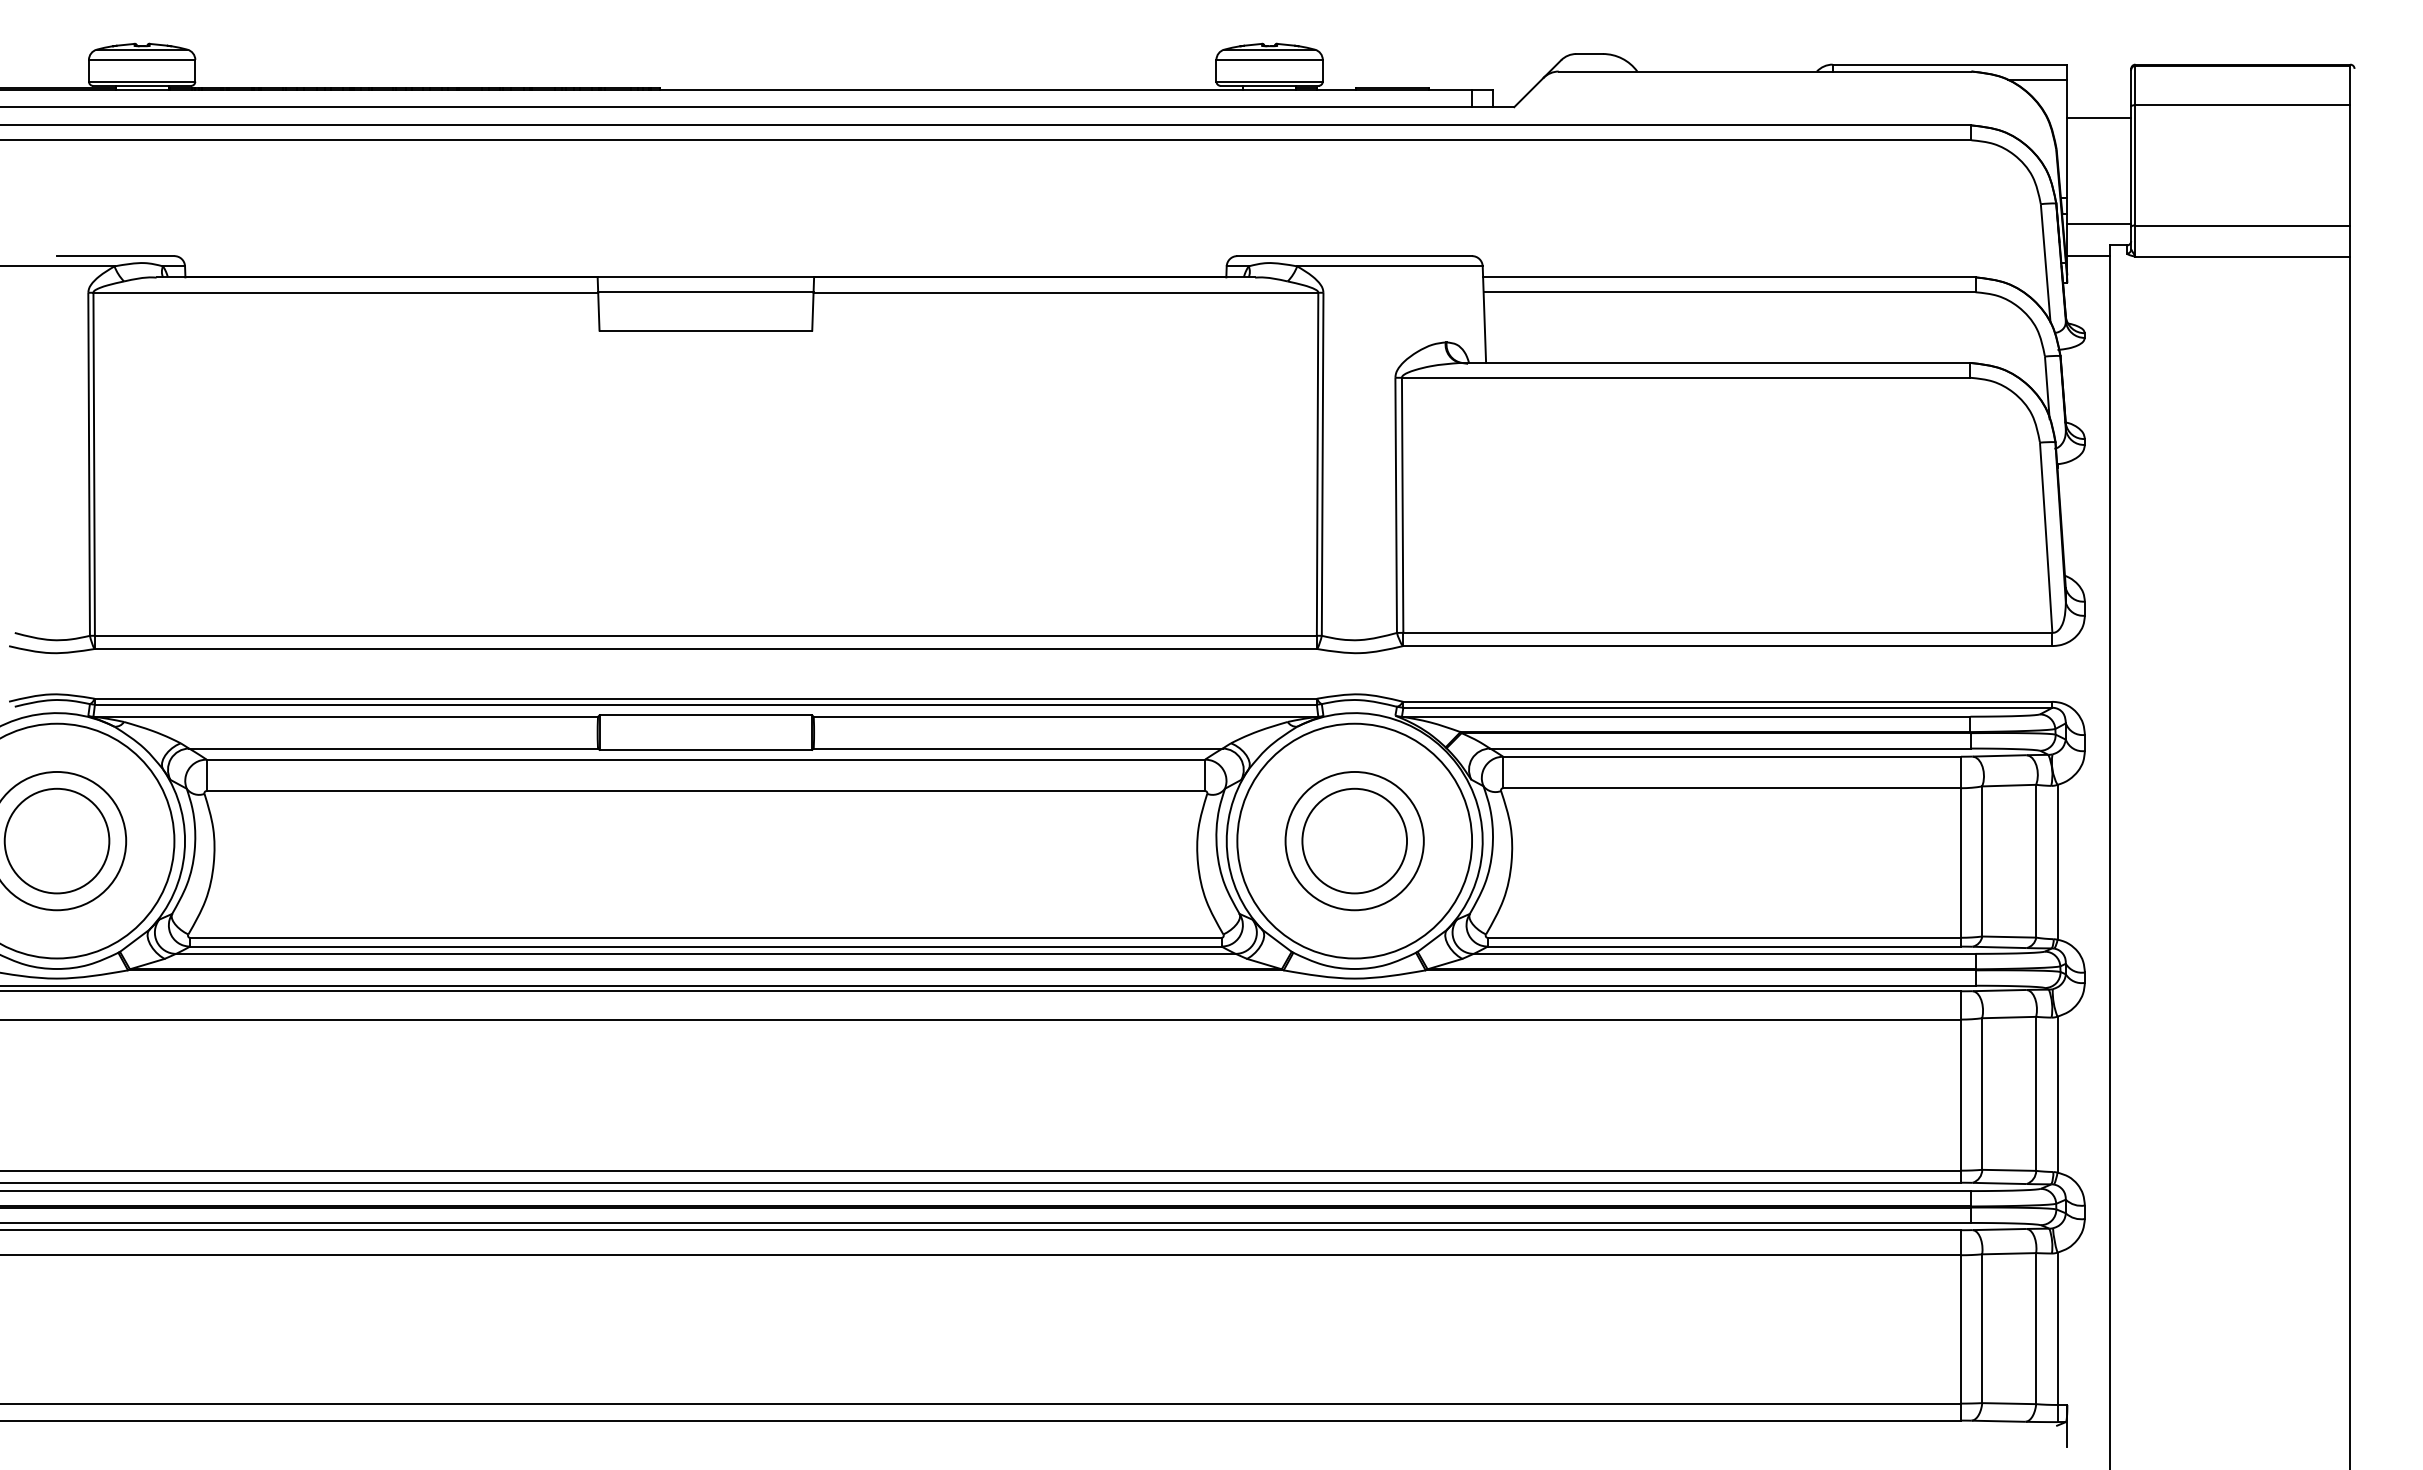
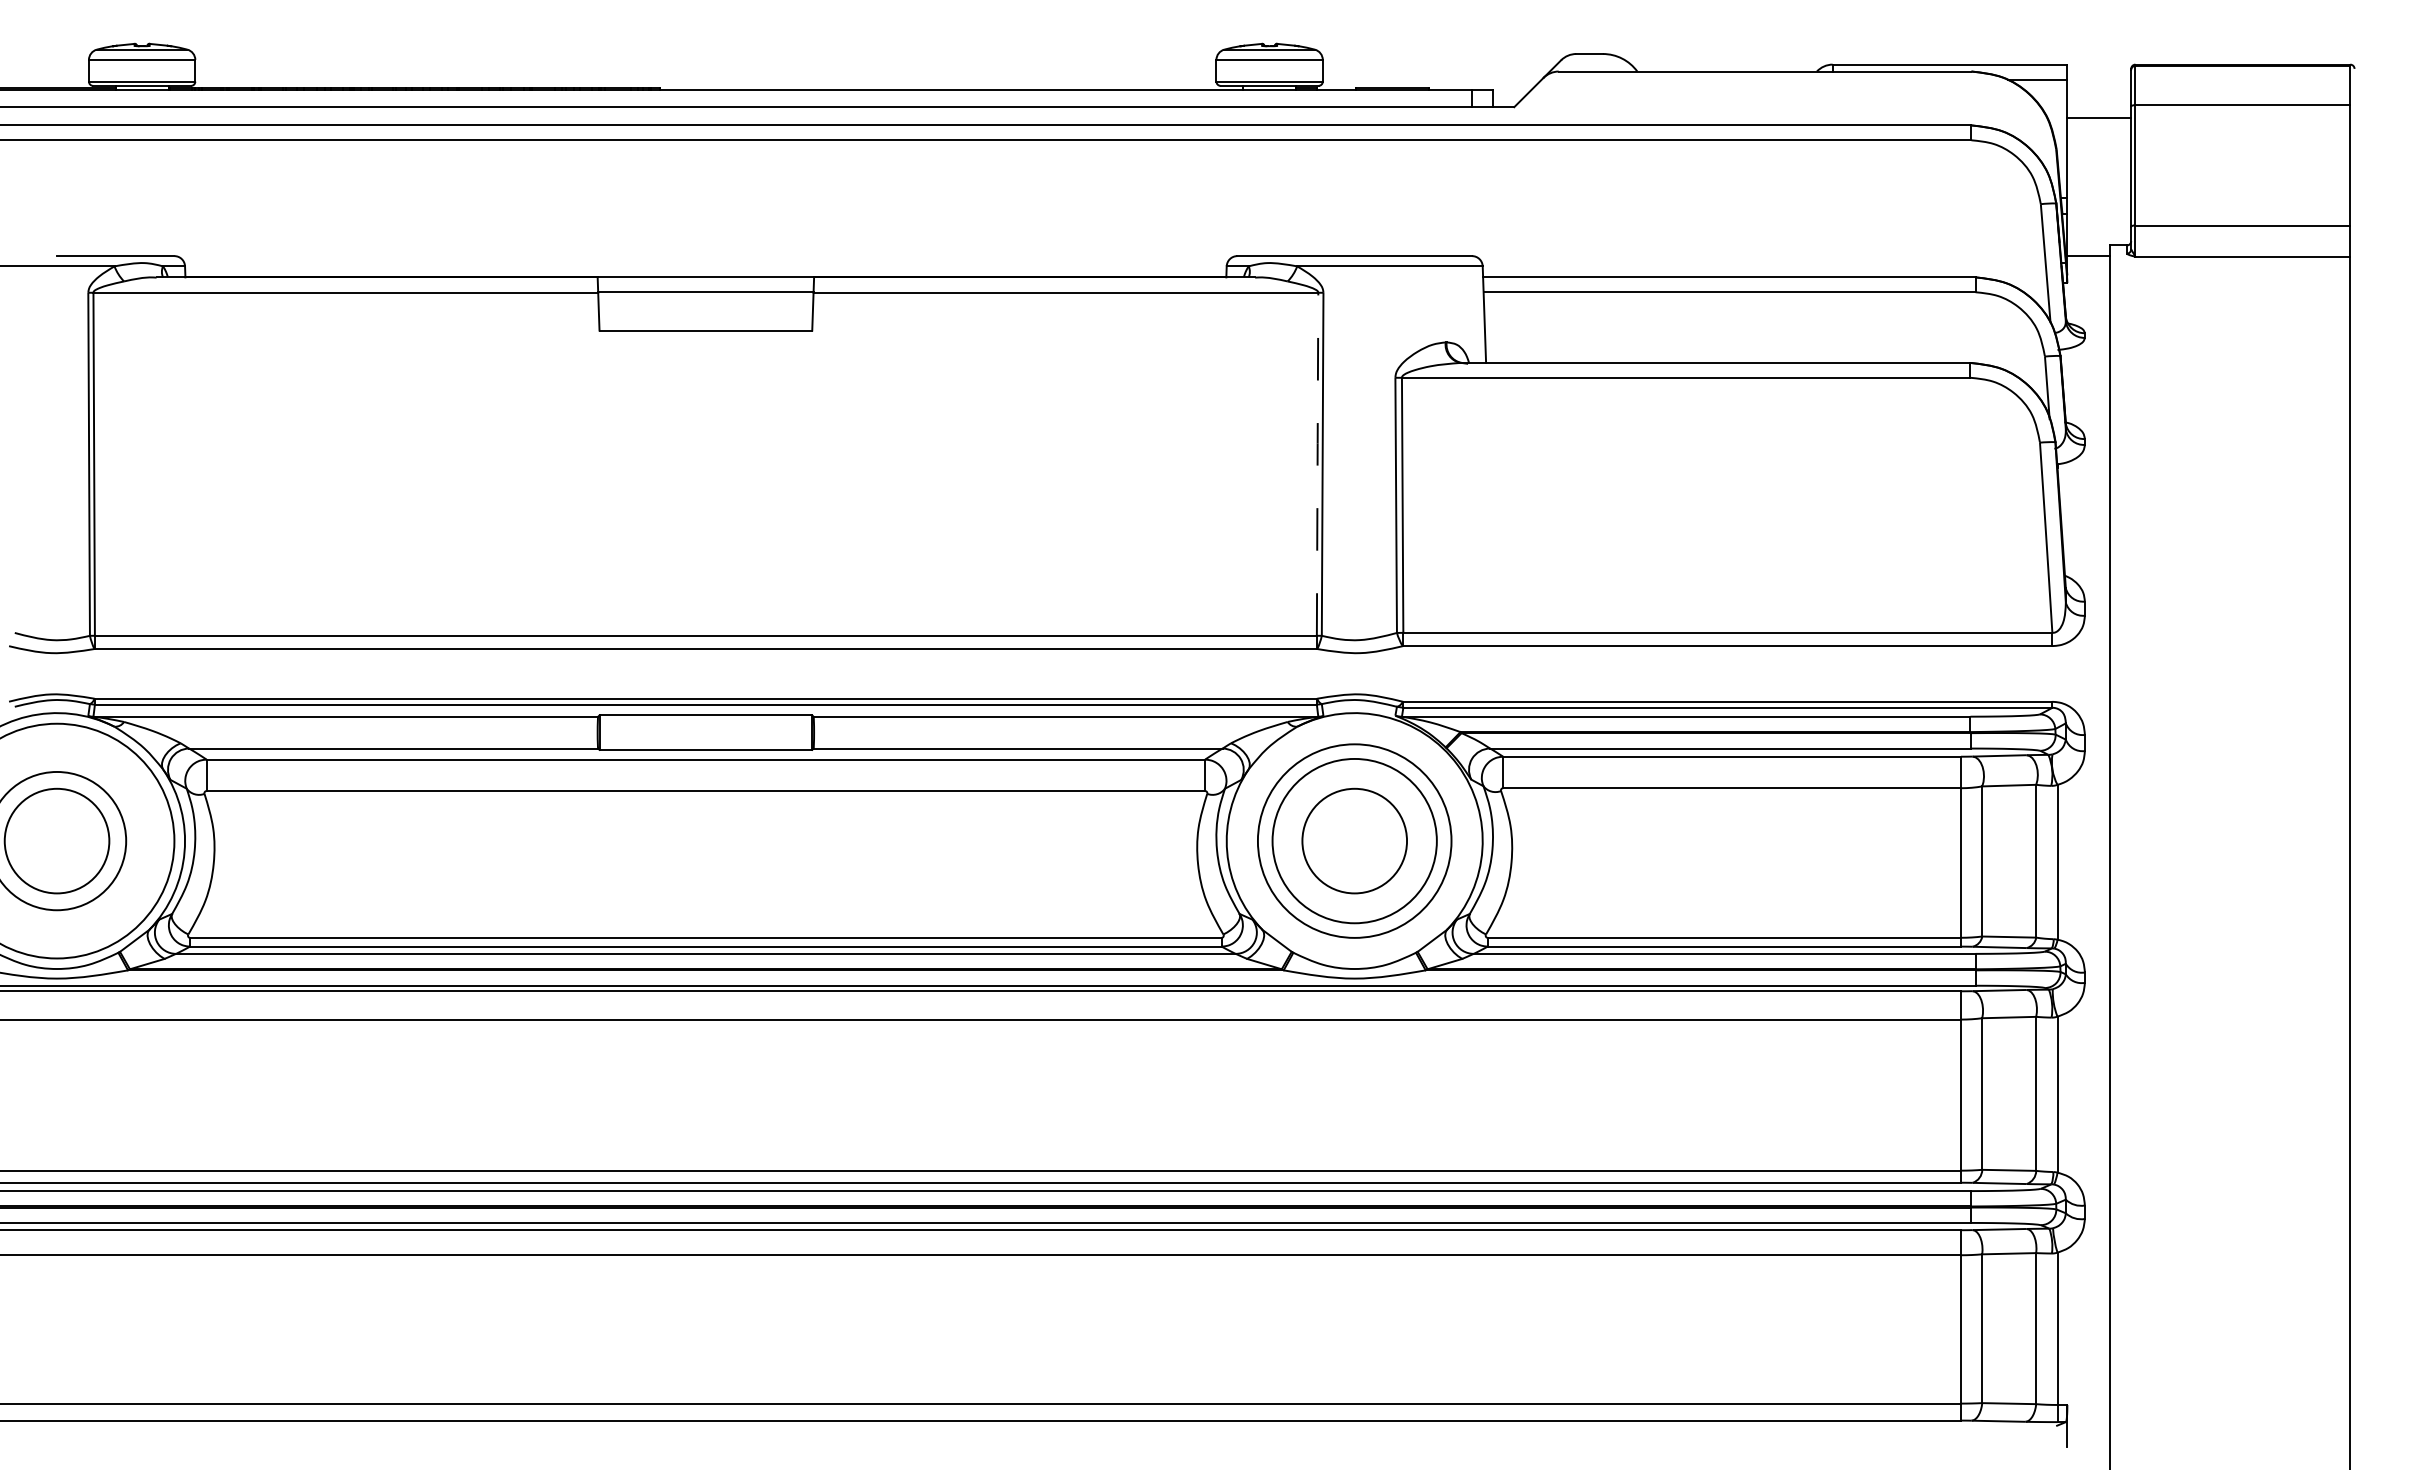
line at (2099, 224): present -> none
line at (1317, 463): solid -> dashed
circle at (1354, 840) diameter: 138 px -> 194 px
circle at (1354, 840) diameter: 235 px -> 164 px
